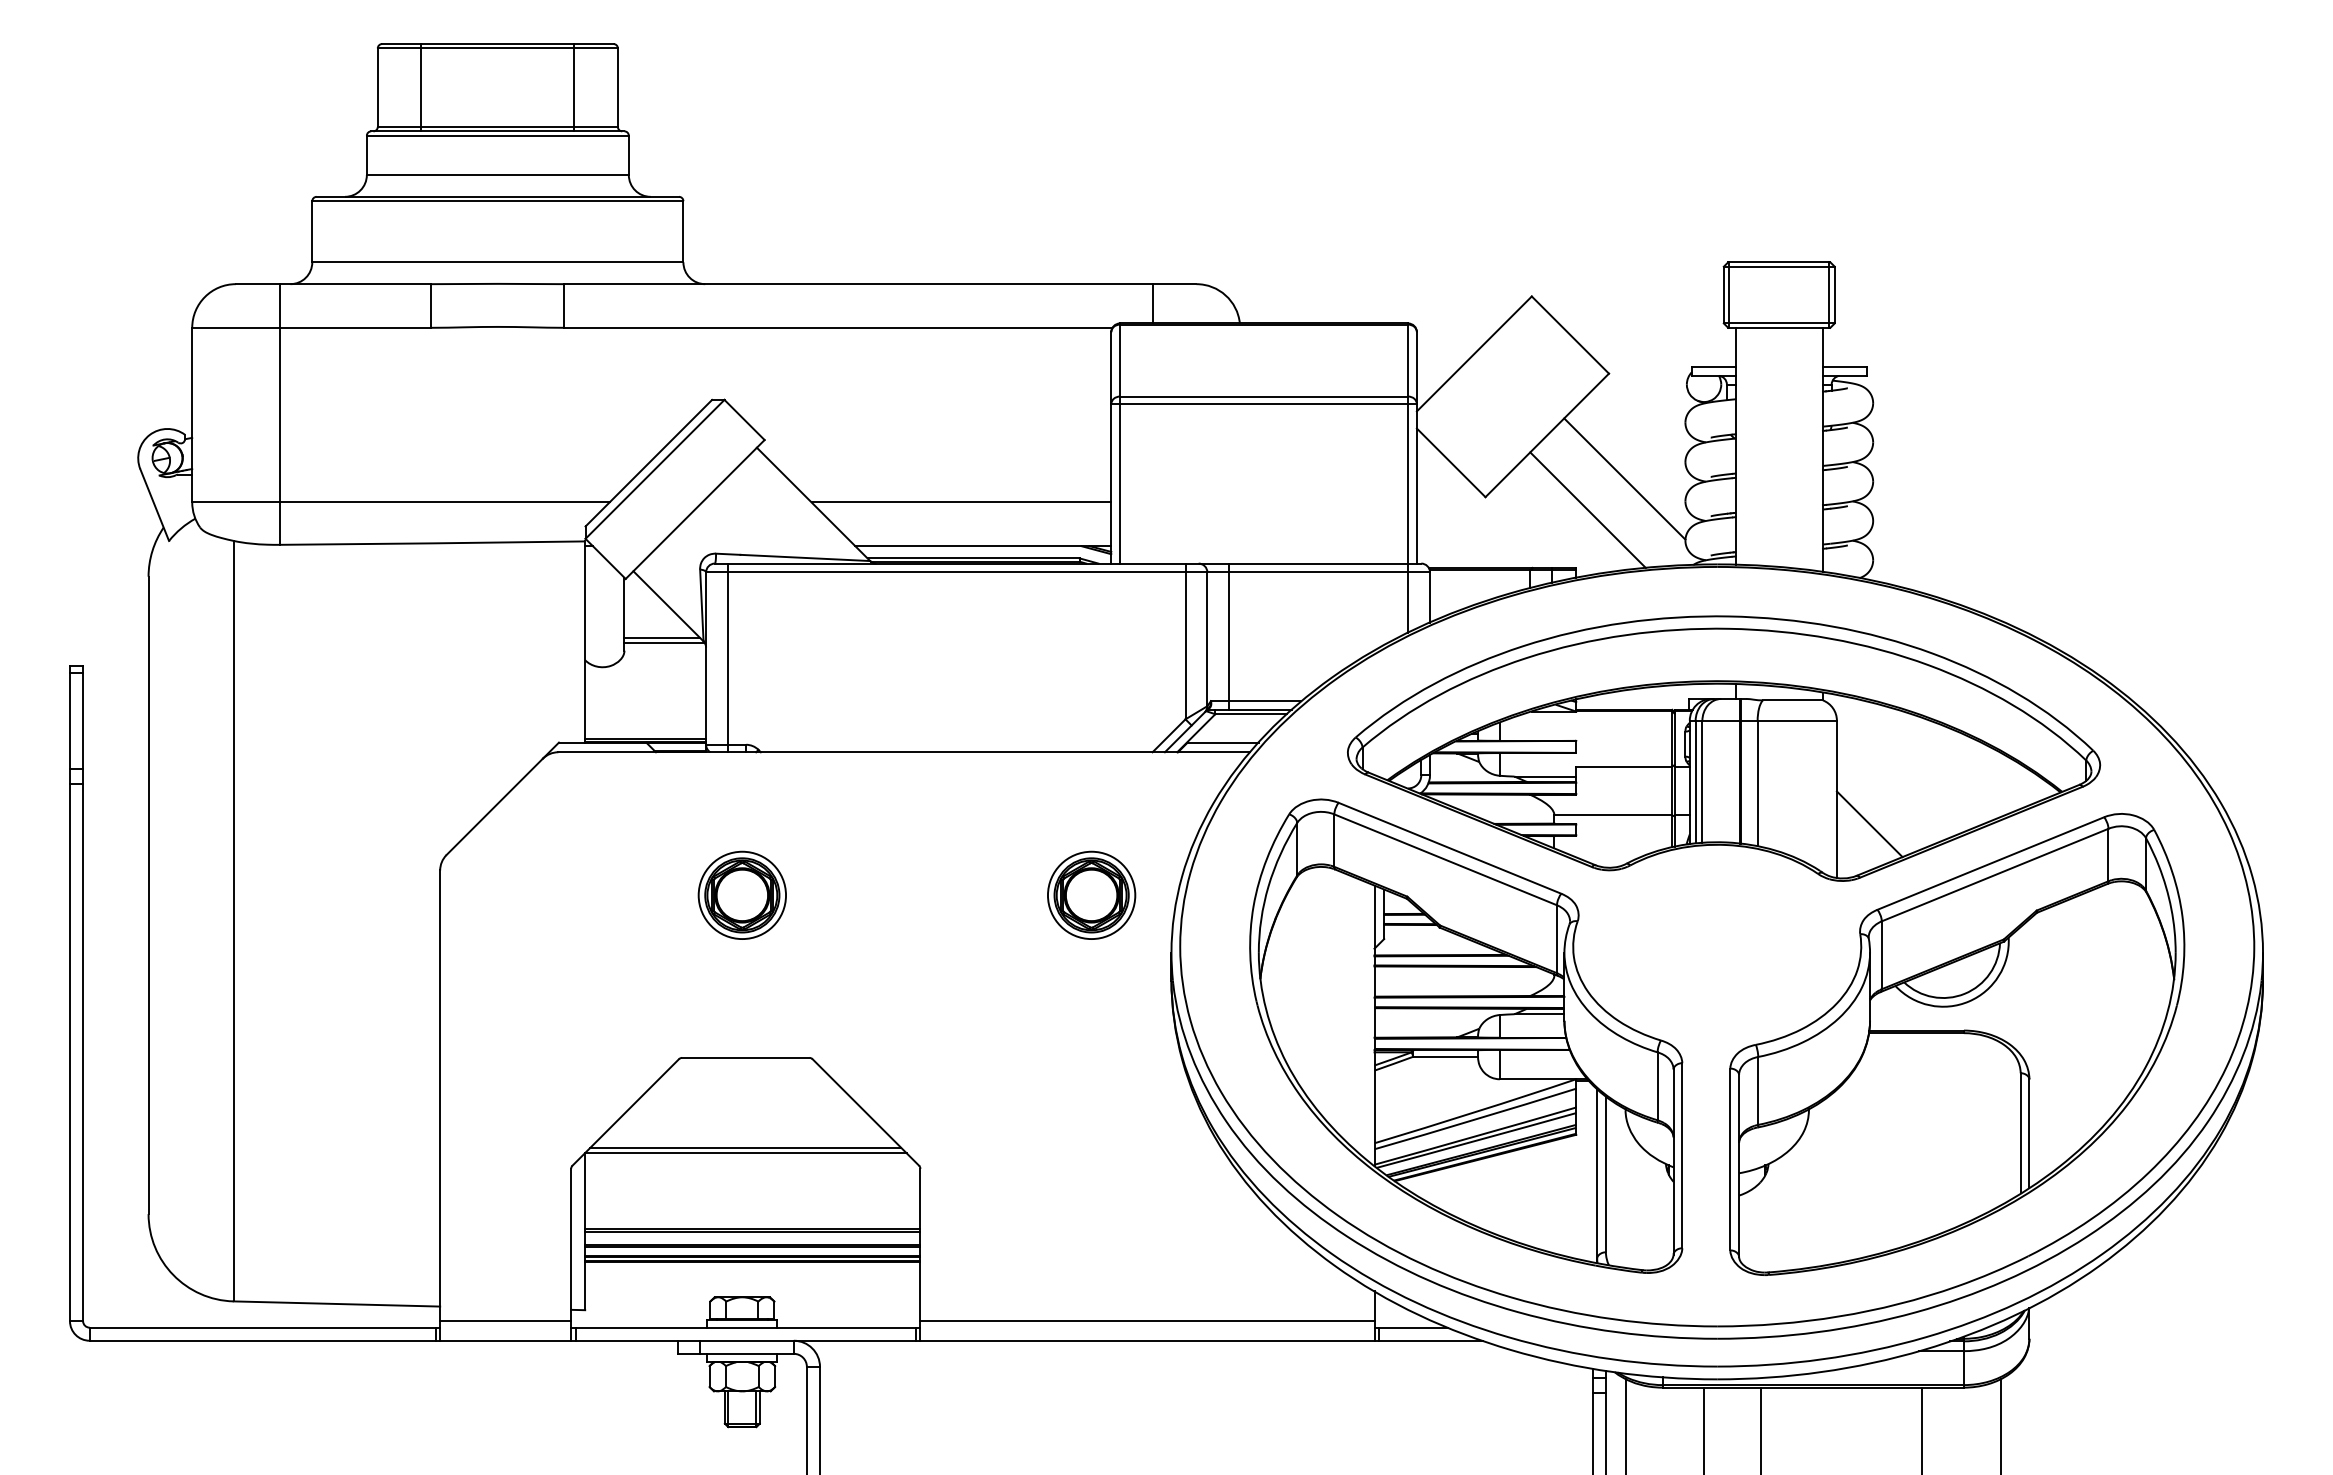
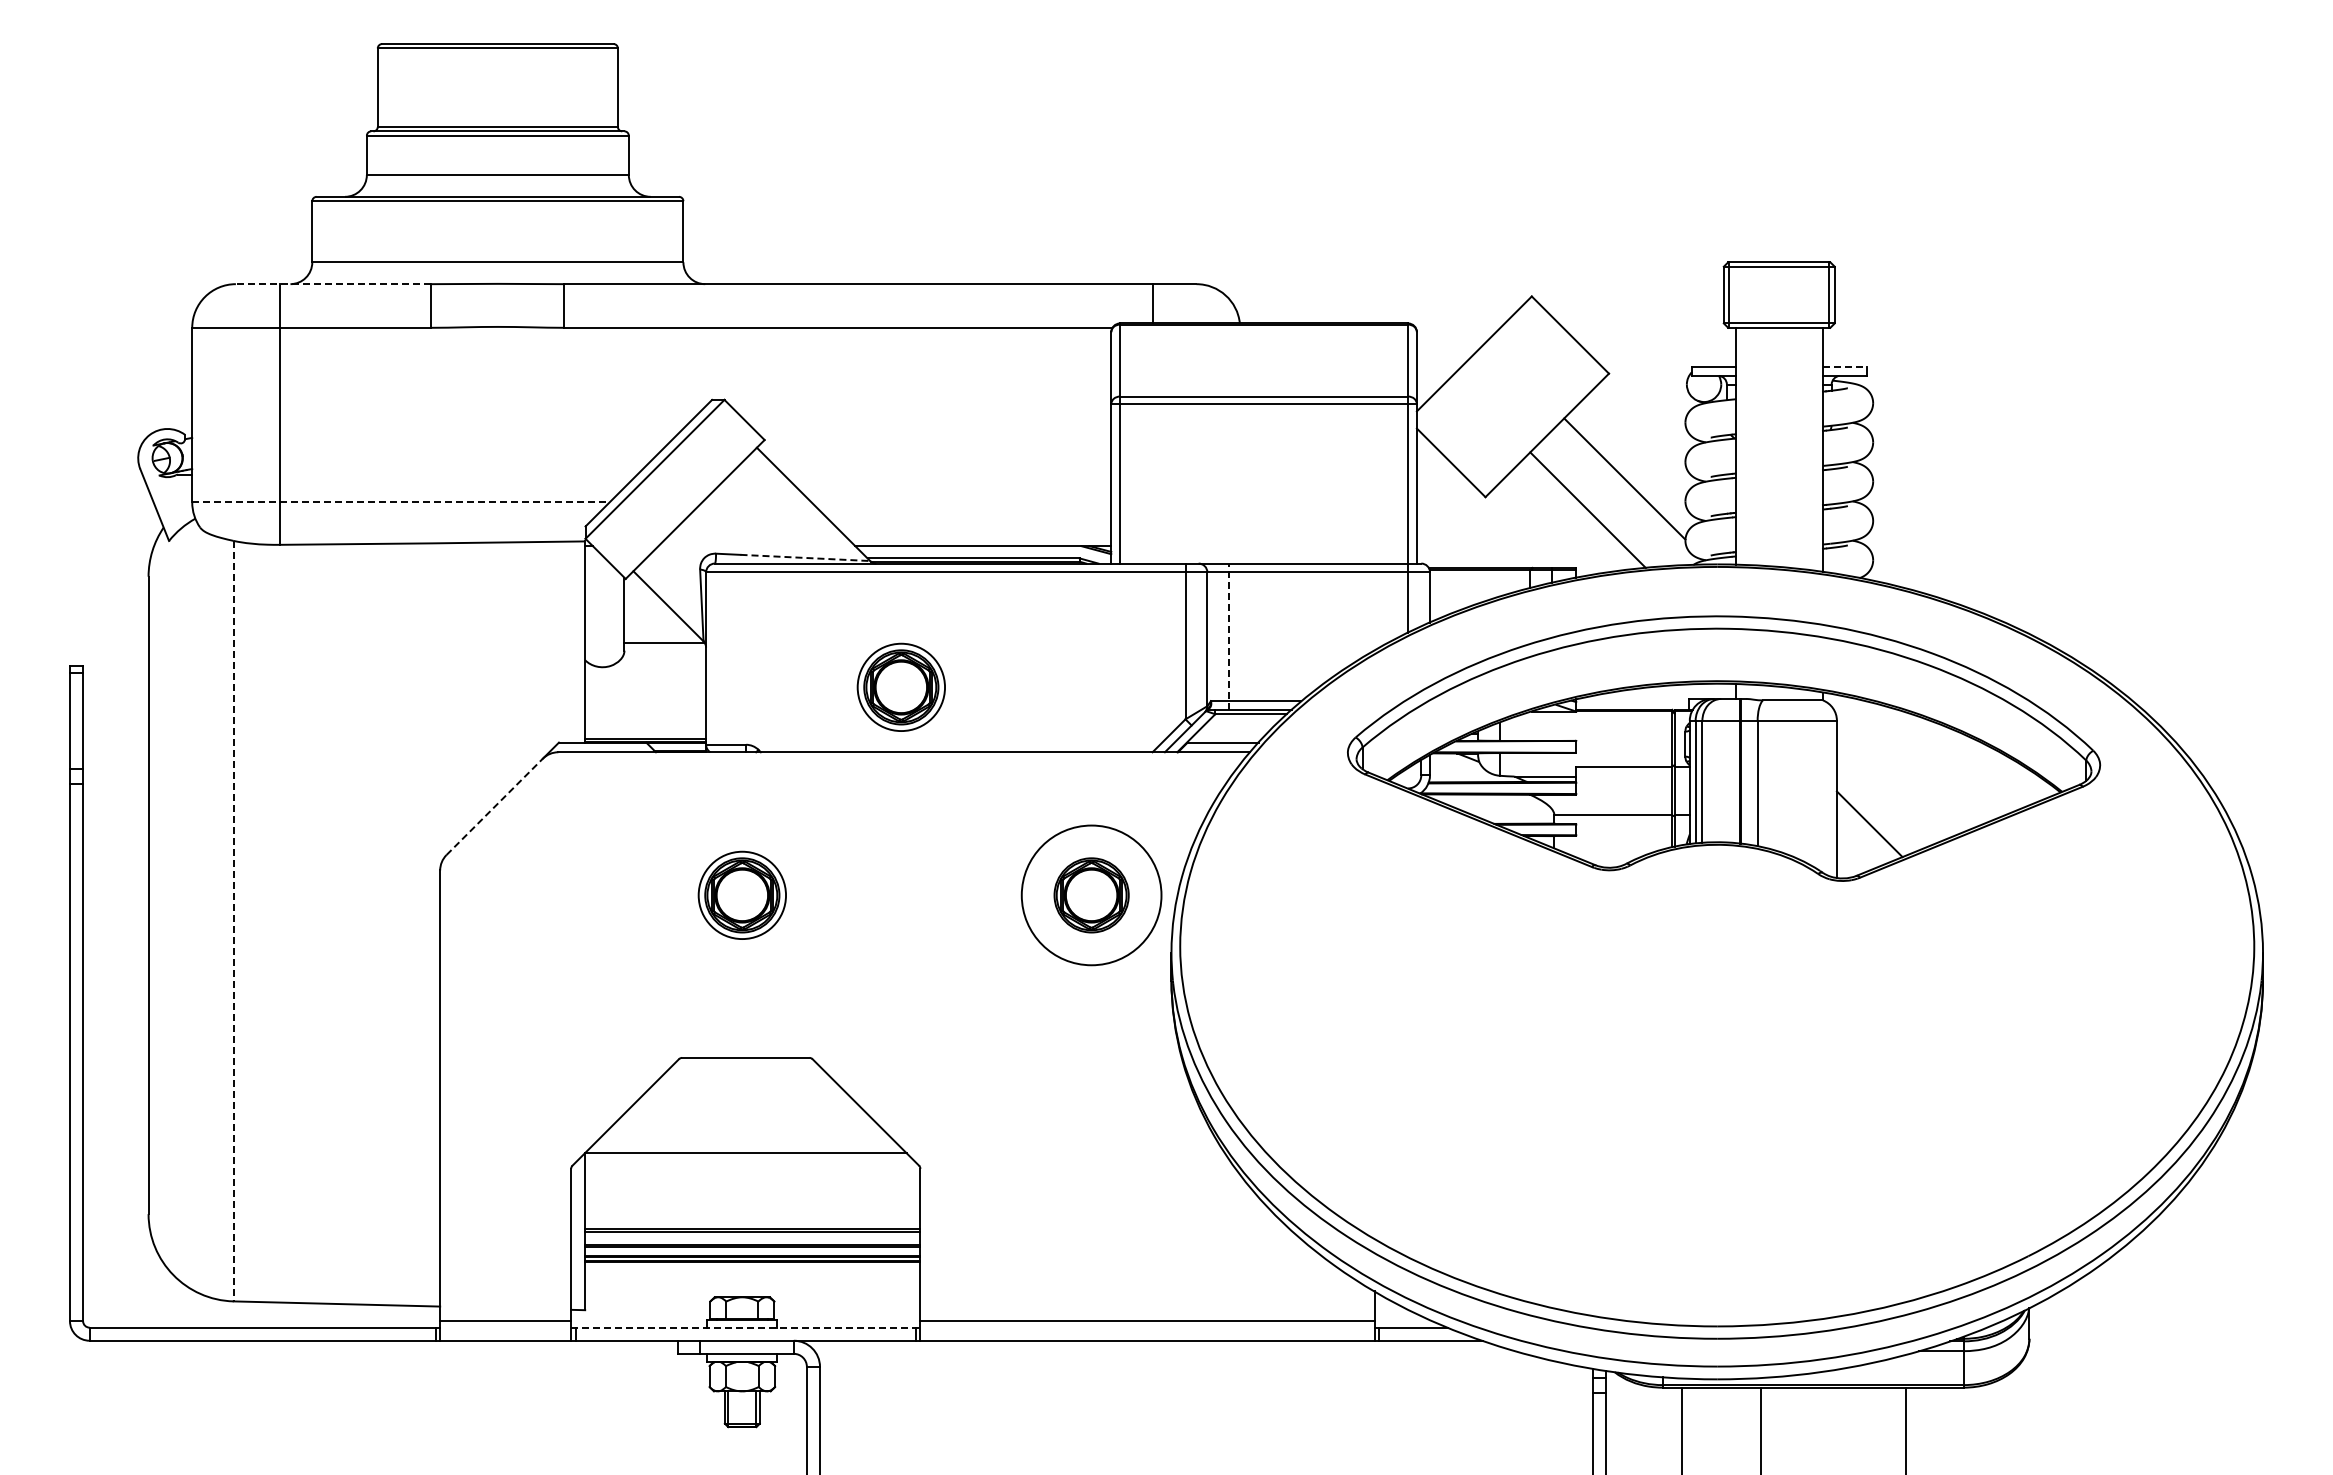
line at (421, 87): present -> none
line at (574, 87): present -> none
line at (333, 284): solid -> dashed
line at (1844, 367): solid -> dashed
line at (400, 502): solid -> dashed
line at (961, 502): present -> none
line at (805, 557): solid -> dashed
line at (1229, 636): solid -> dashed
line at (661, 637): present -> none
line at (727, 657): present -> none
part at (900, 686): none -> present
line at (495, 806): solid -> dashed
circle at (1091, 895) diameter: 87 px -> 140 px
line at (233, 921): solid -> dashed
part at (1466, 1035): present -> none
part at (1957, 1044): present -> none
line at (745, 1147): present -> none
line at (745, 1327): solid -> dashed
line at (1625, 1425): present -> none
line at (2001, 1425): present -> none
line at (1704, 1429) position: (1704, 1429) -> (1682, 1429)
line at (1922, 1429) position: (1922, 1429) -> (1906, 1429)
